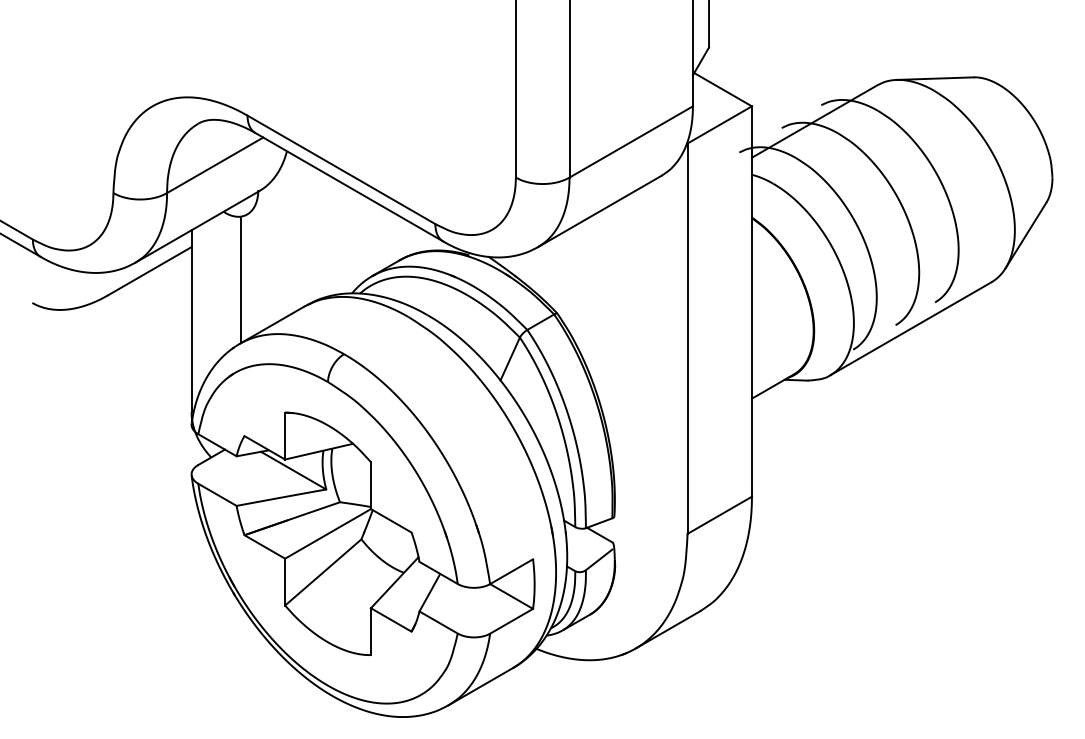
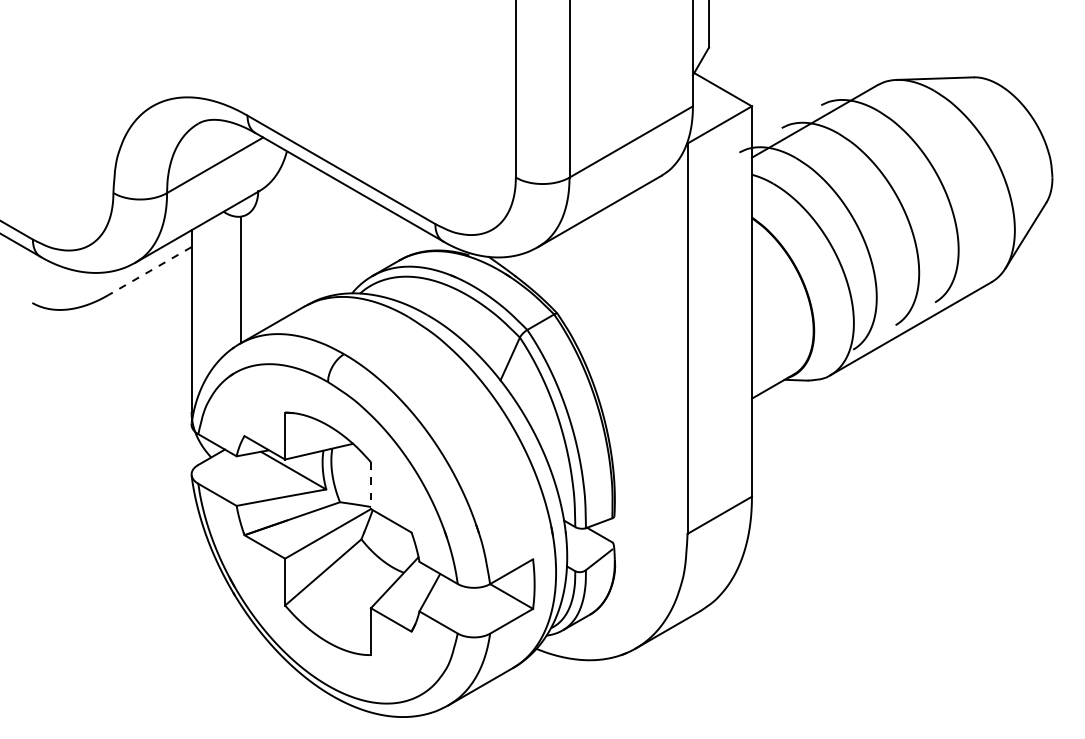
line at (149, 271): solid -> dashed
line at (370, 486): solid -> dashed
